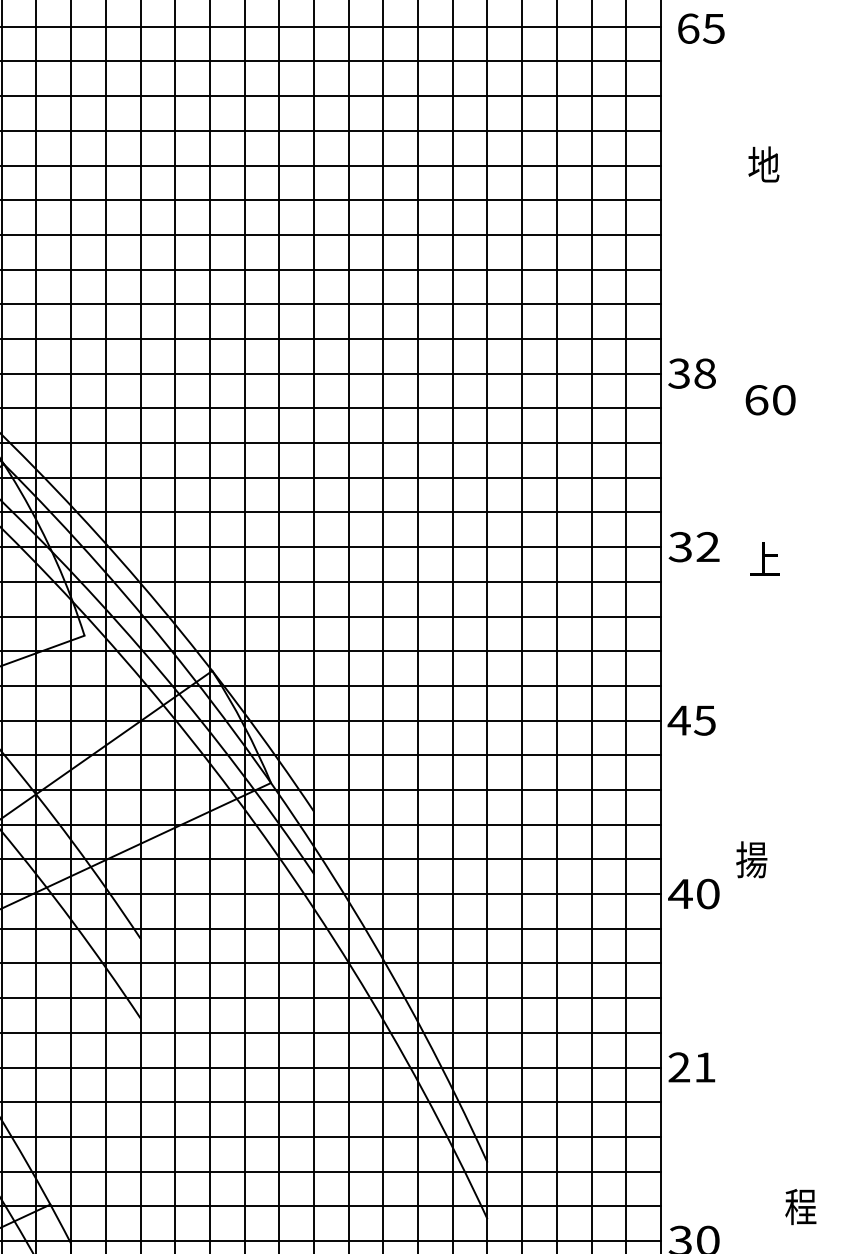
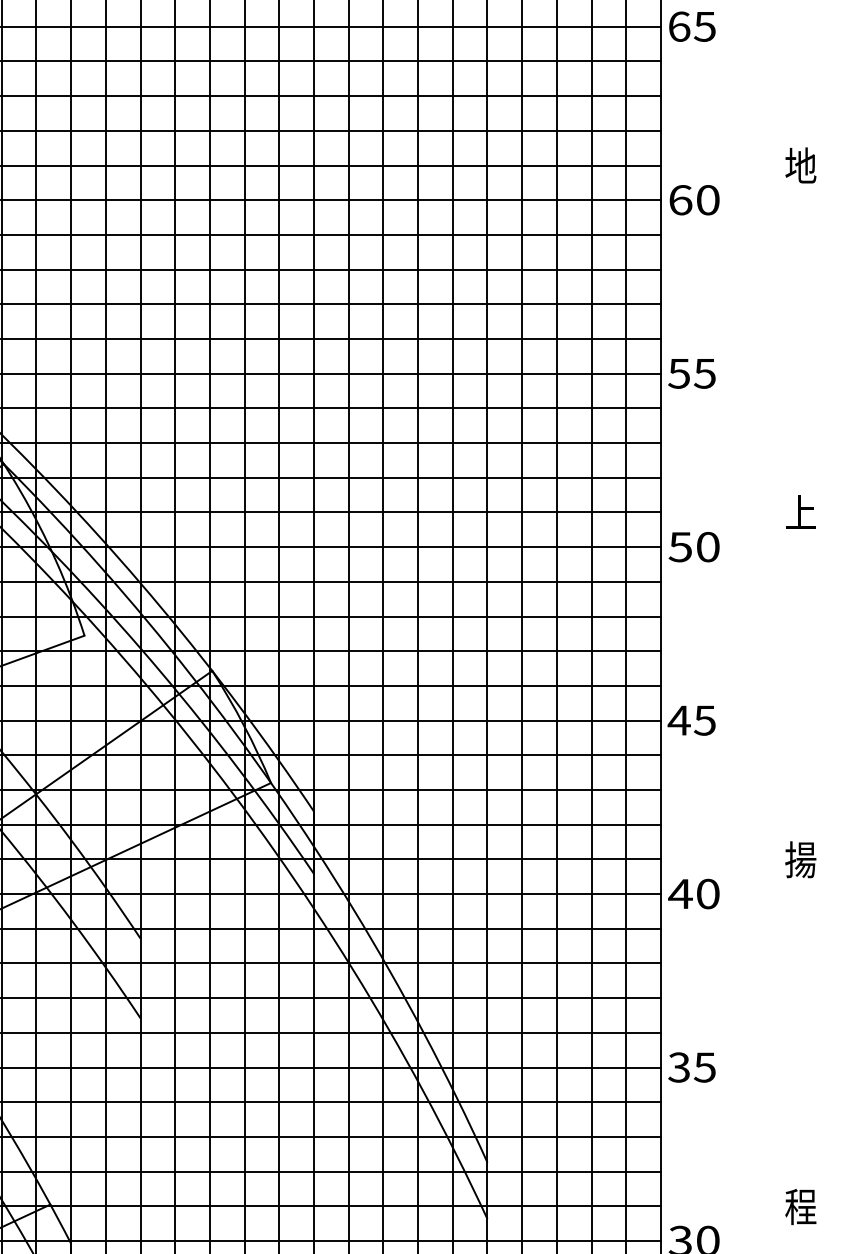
text at (701, 28) position: (701, 28) -> (692, 26)
text at (763, 164) position: (763, 164) -> (800, 165)
text at (691, 373): 38 -> 55
text at (770, 400) position: (770, 400) -> (694, 200)
text at (693, 547): 32 -> 50
text at (764, 558) position: (764, 558) -> (800, 511)
text at (751, 859) position: (751, 859) -> (800, 859)
text at (691, 1067): 21 -> 35
